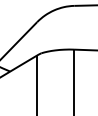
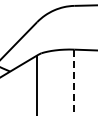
line at (74, 82): solid -> dashed
